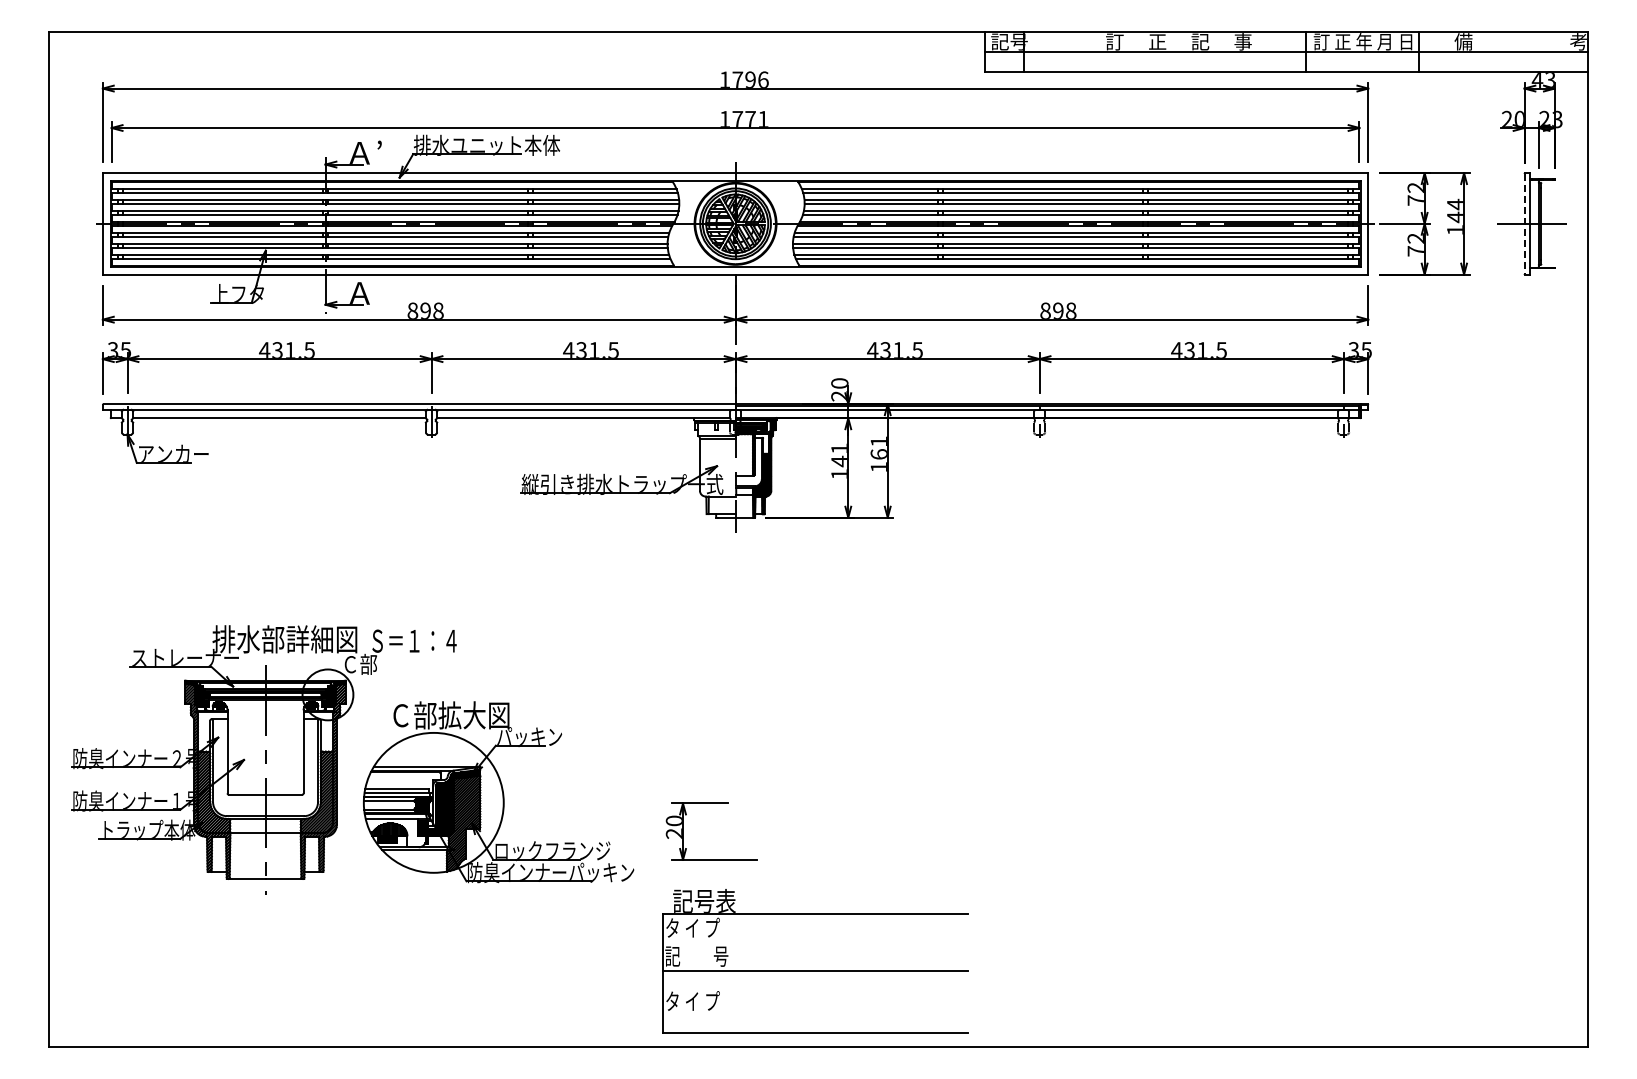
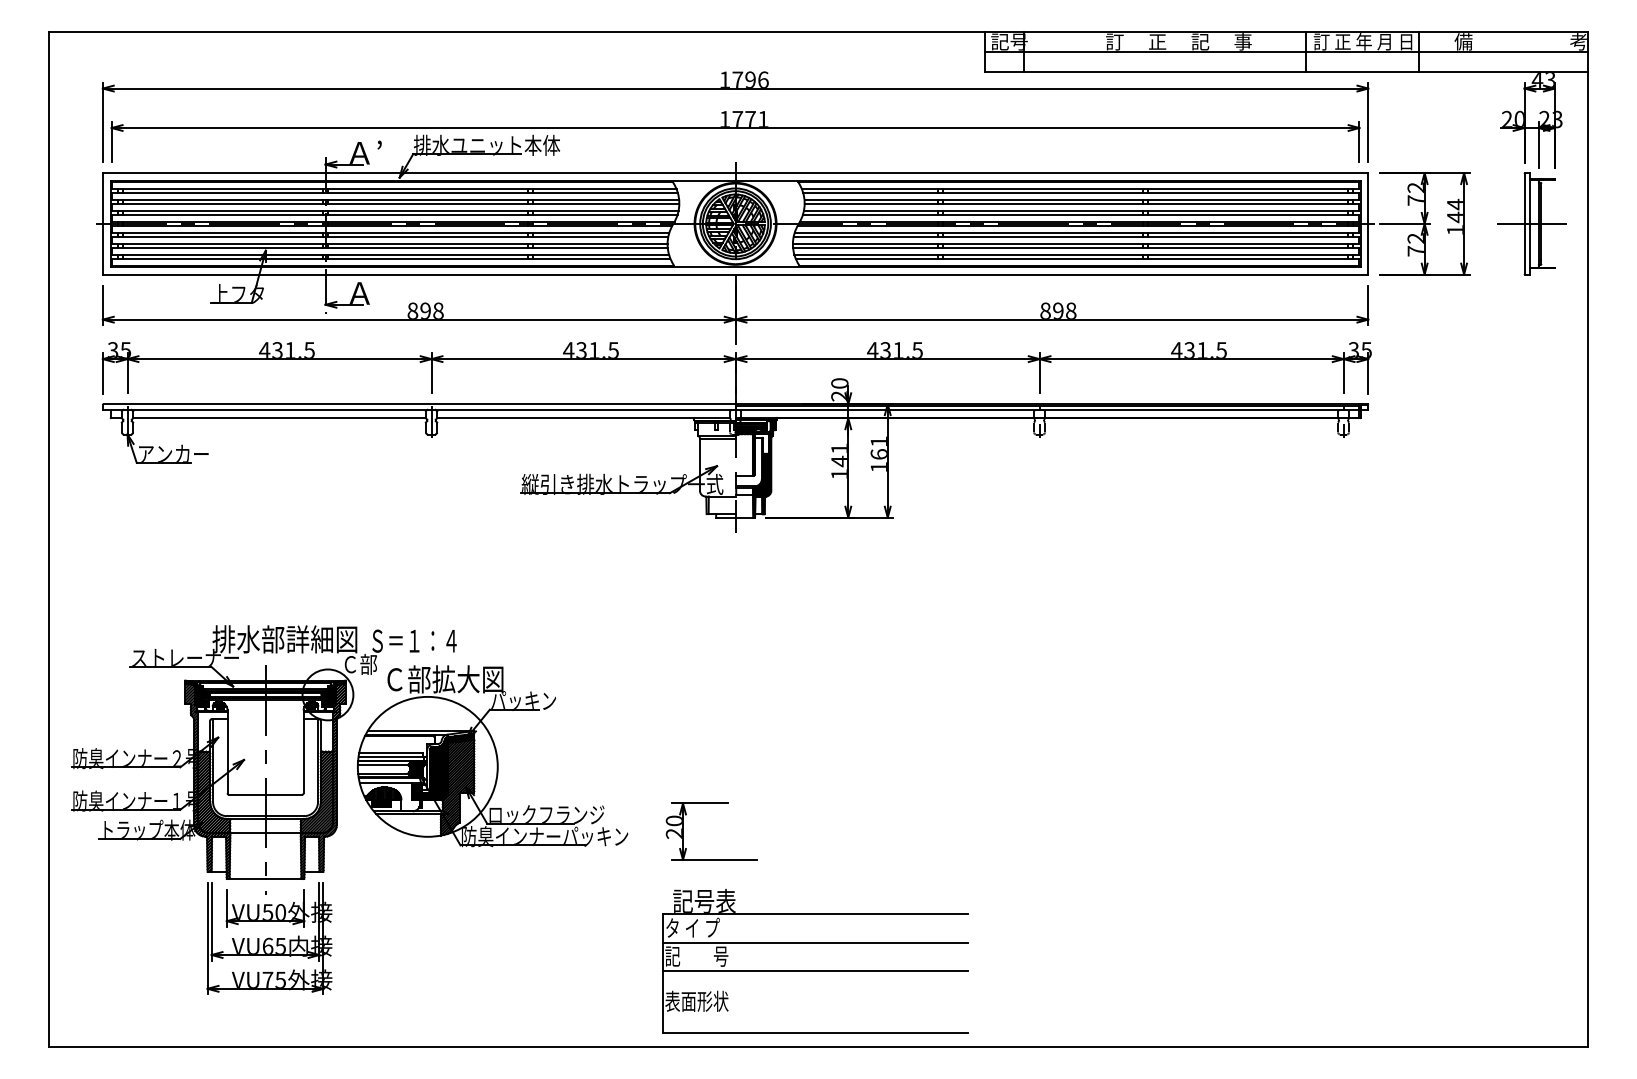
line at (1524, 224): dashed -> solid
part at (498, 792) position: (498, 792) -> (492, 756)
part at (269, 938): none -> present
line at (815, 942): none -> present
text at (696, 1000): タ イ プ -> 表面形状
